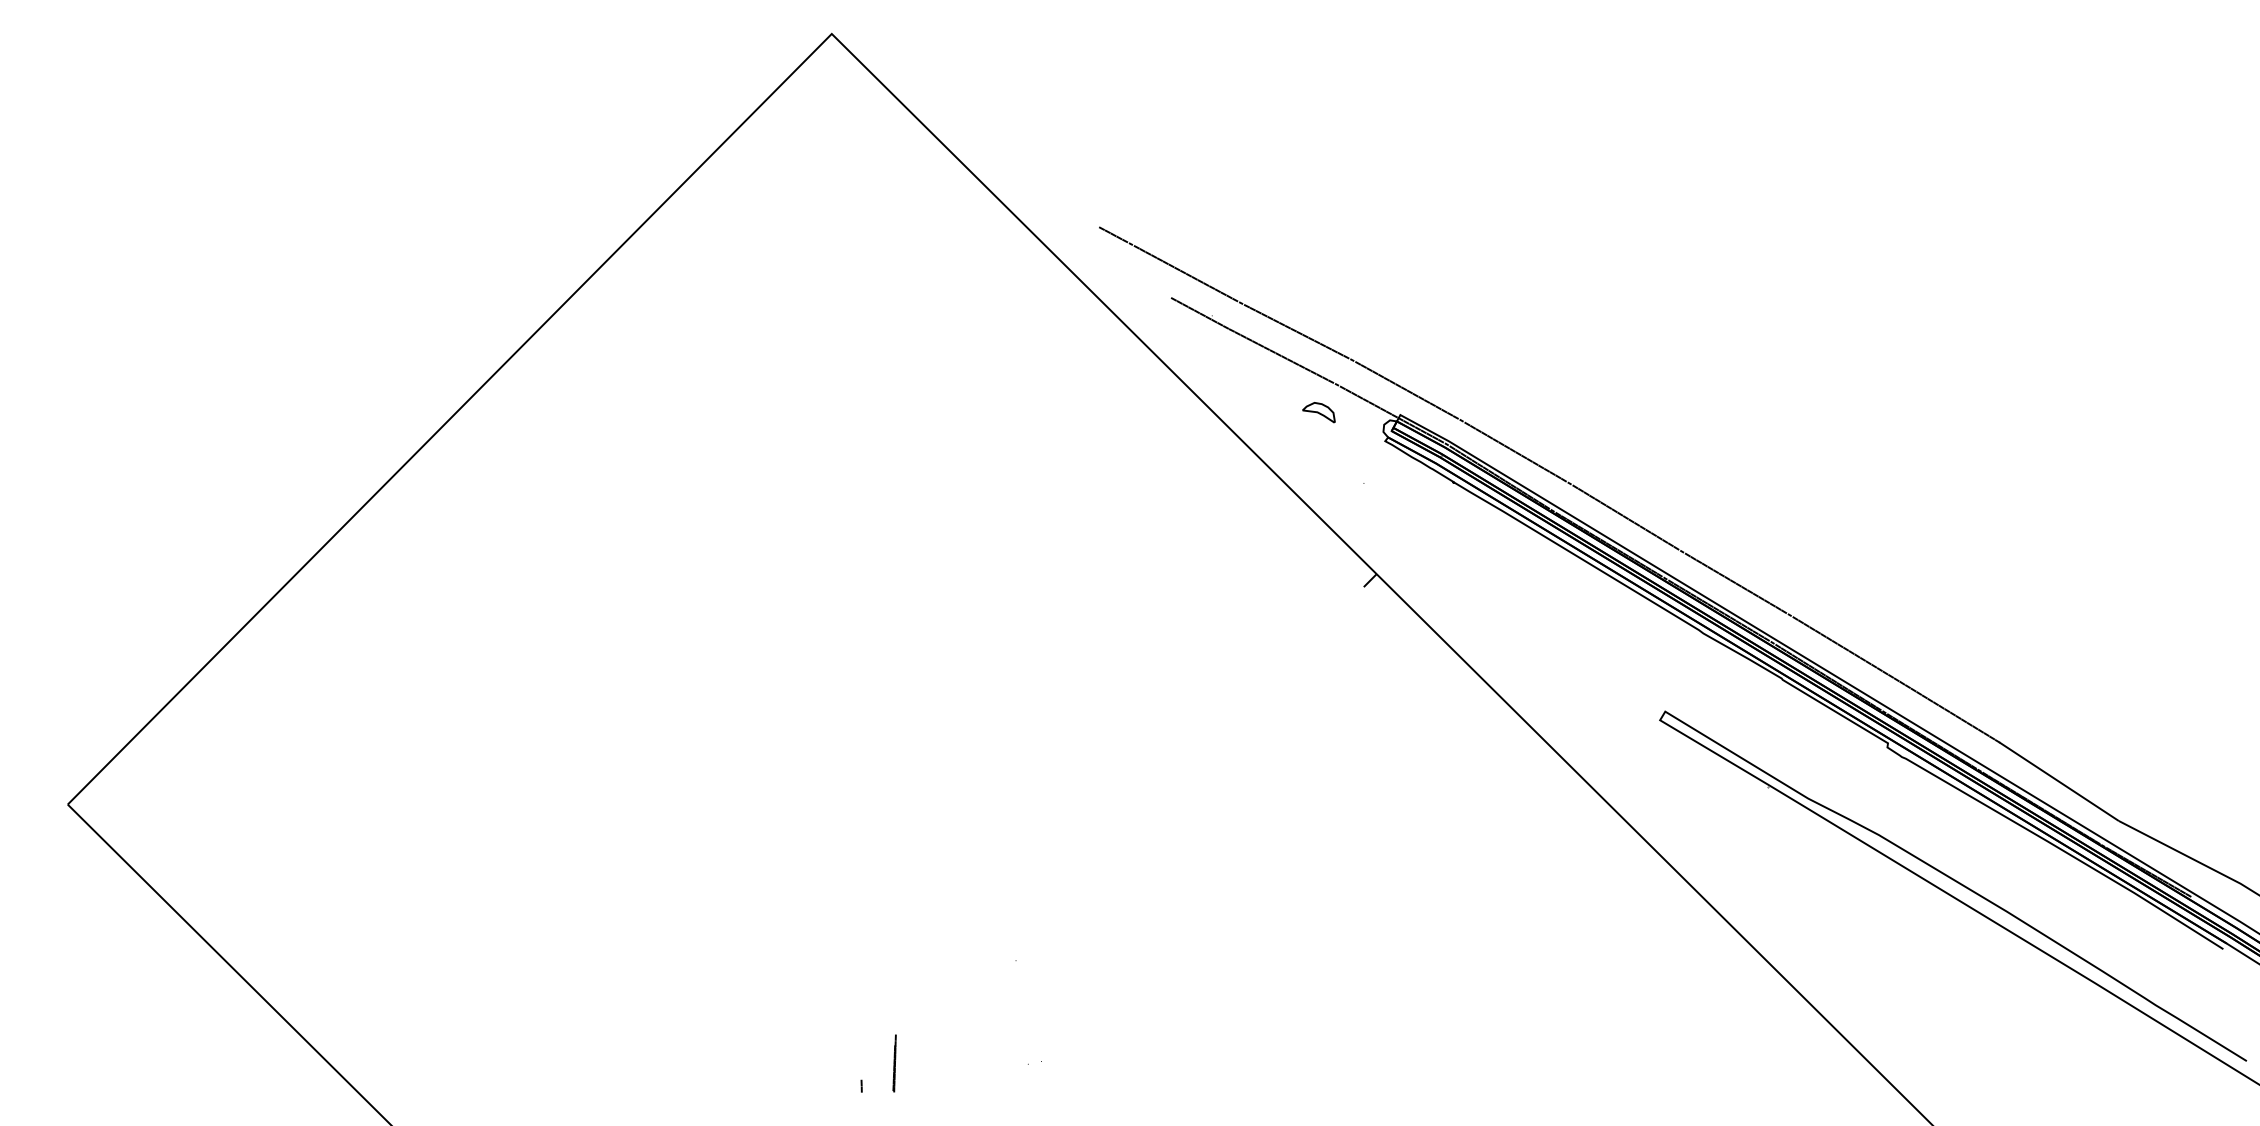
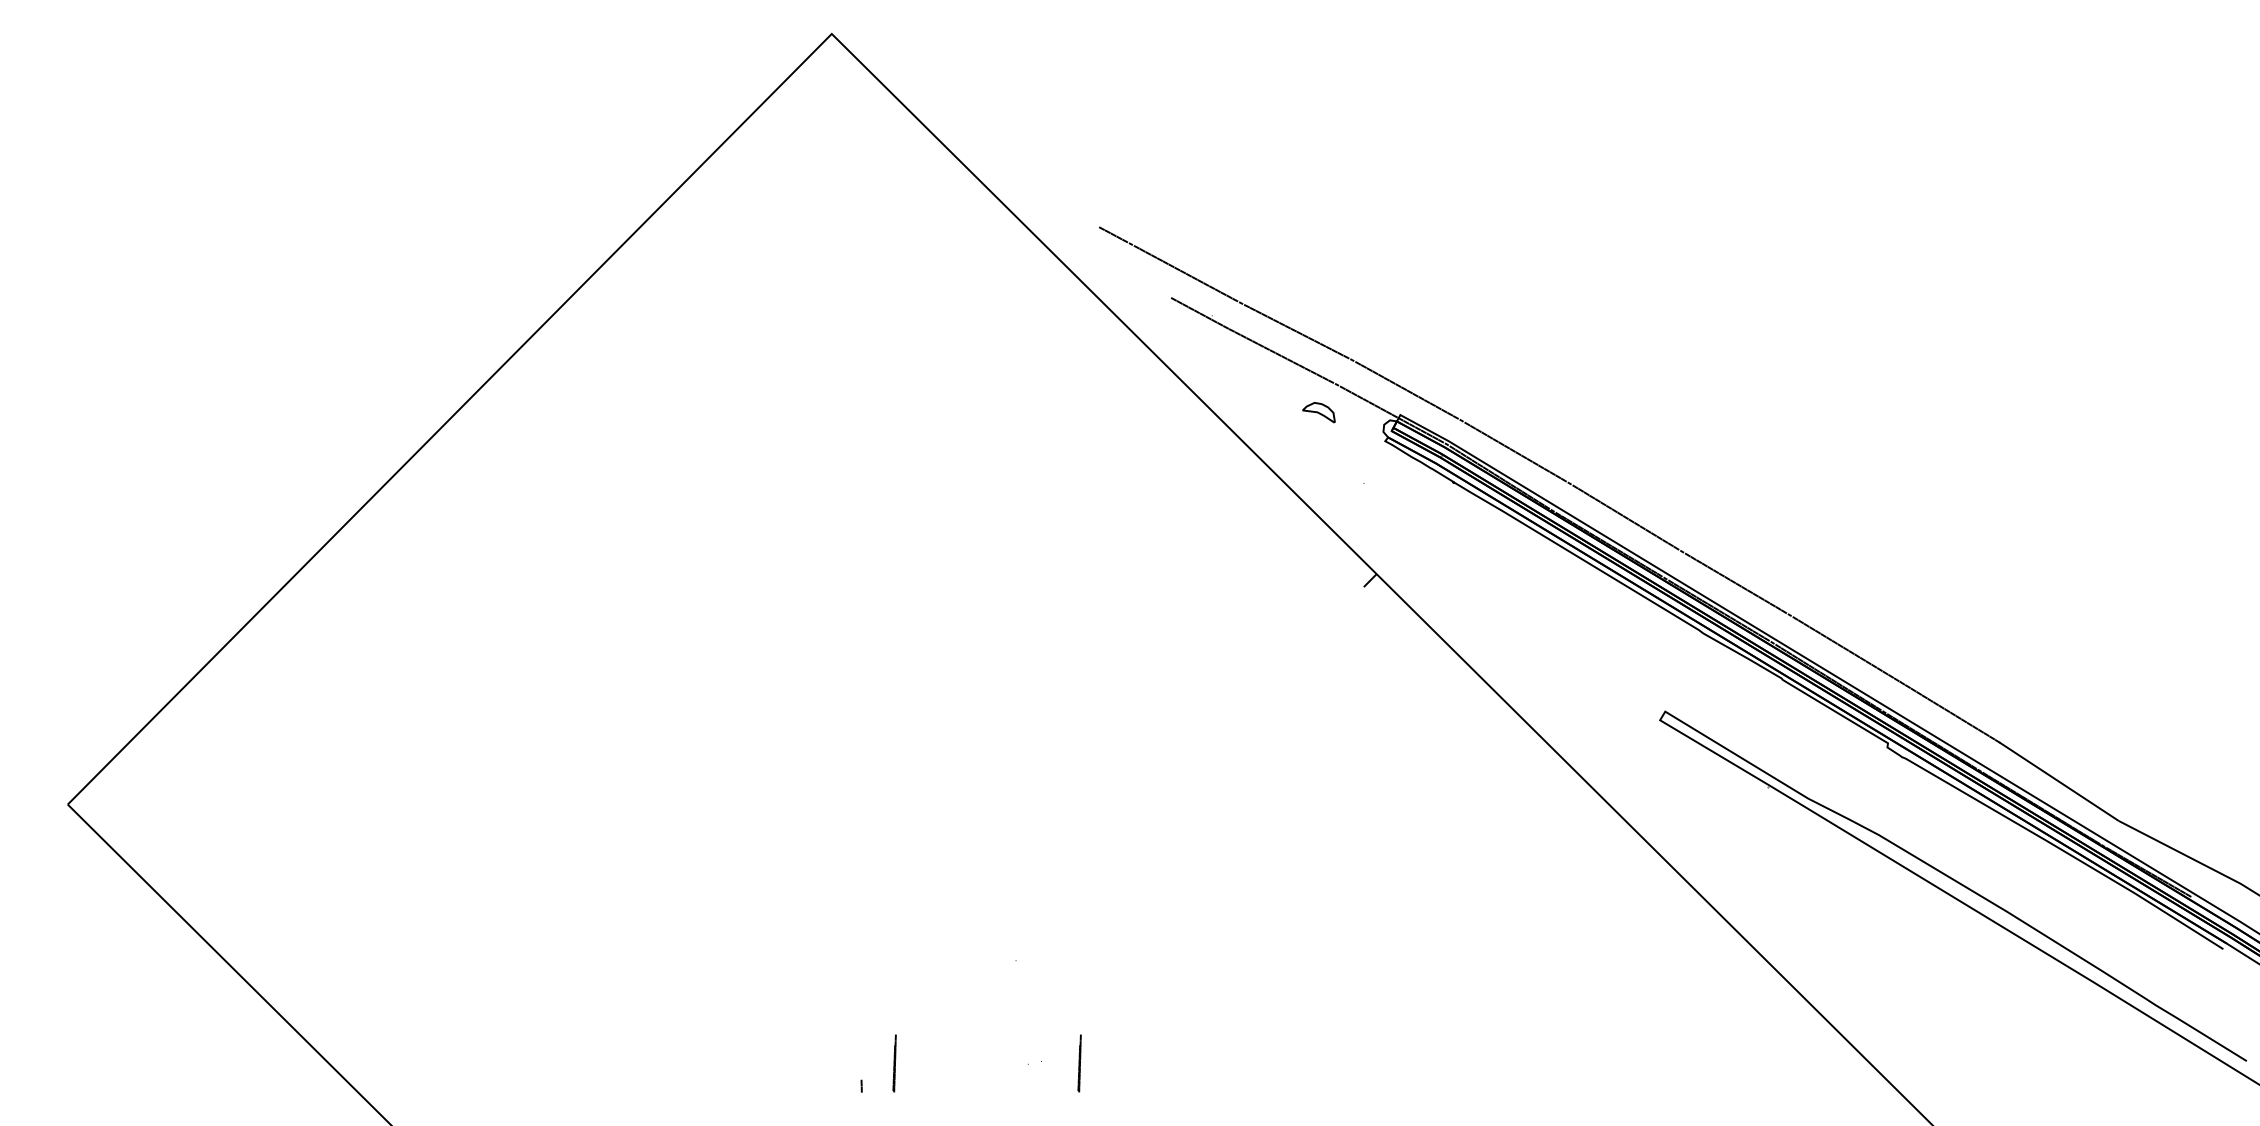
line at (1079, 1063): none -> present
